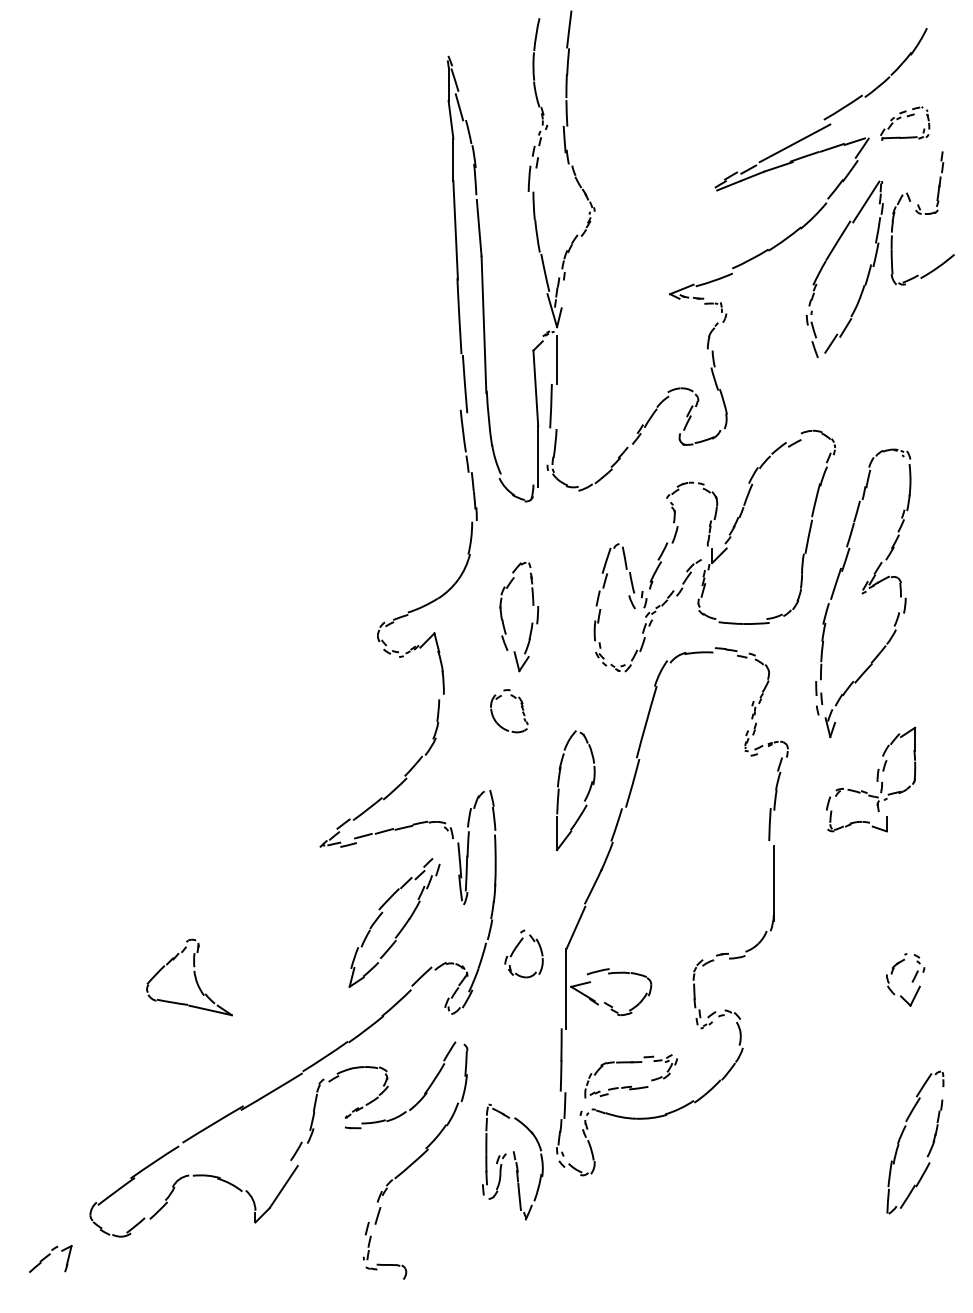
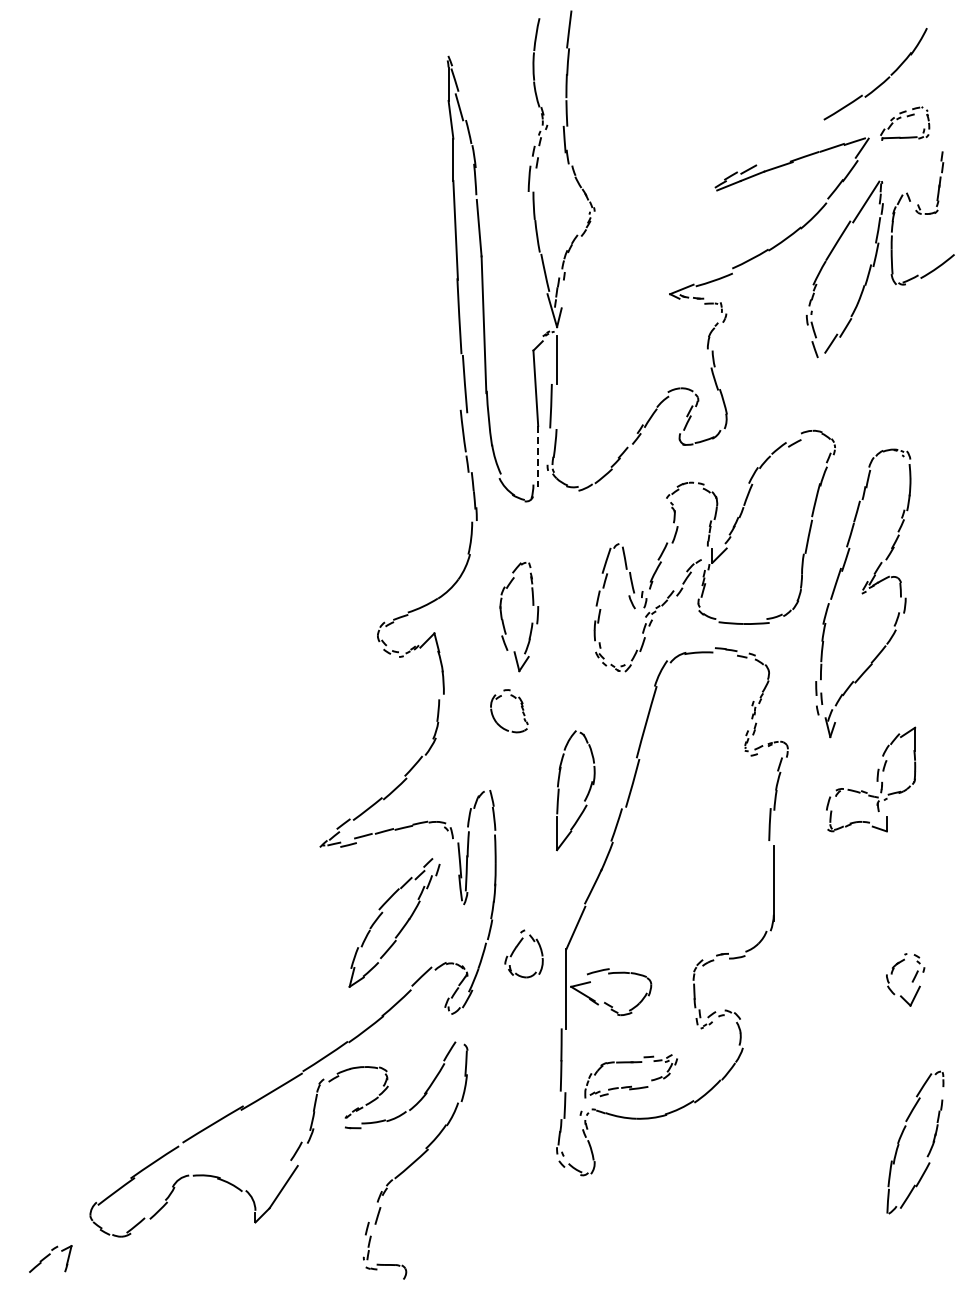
line at (794, 143): present -> none
line at (538, 456): solid -> dashed
part at (189, 977): present -> none
part at (512, 1161): present -> none
